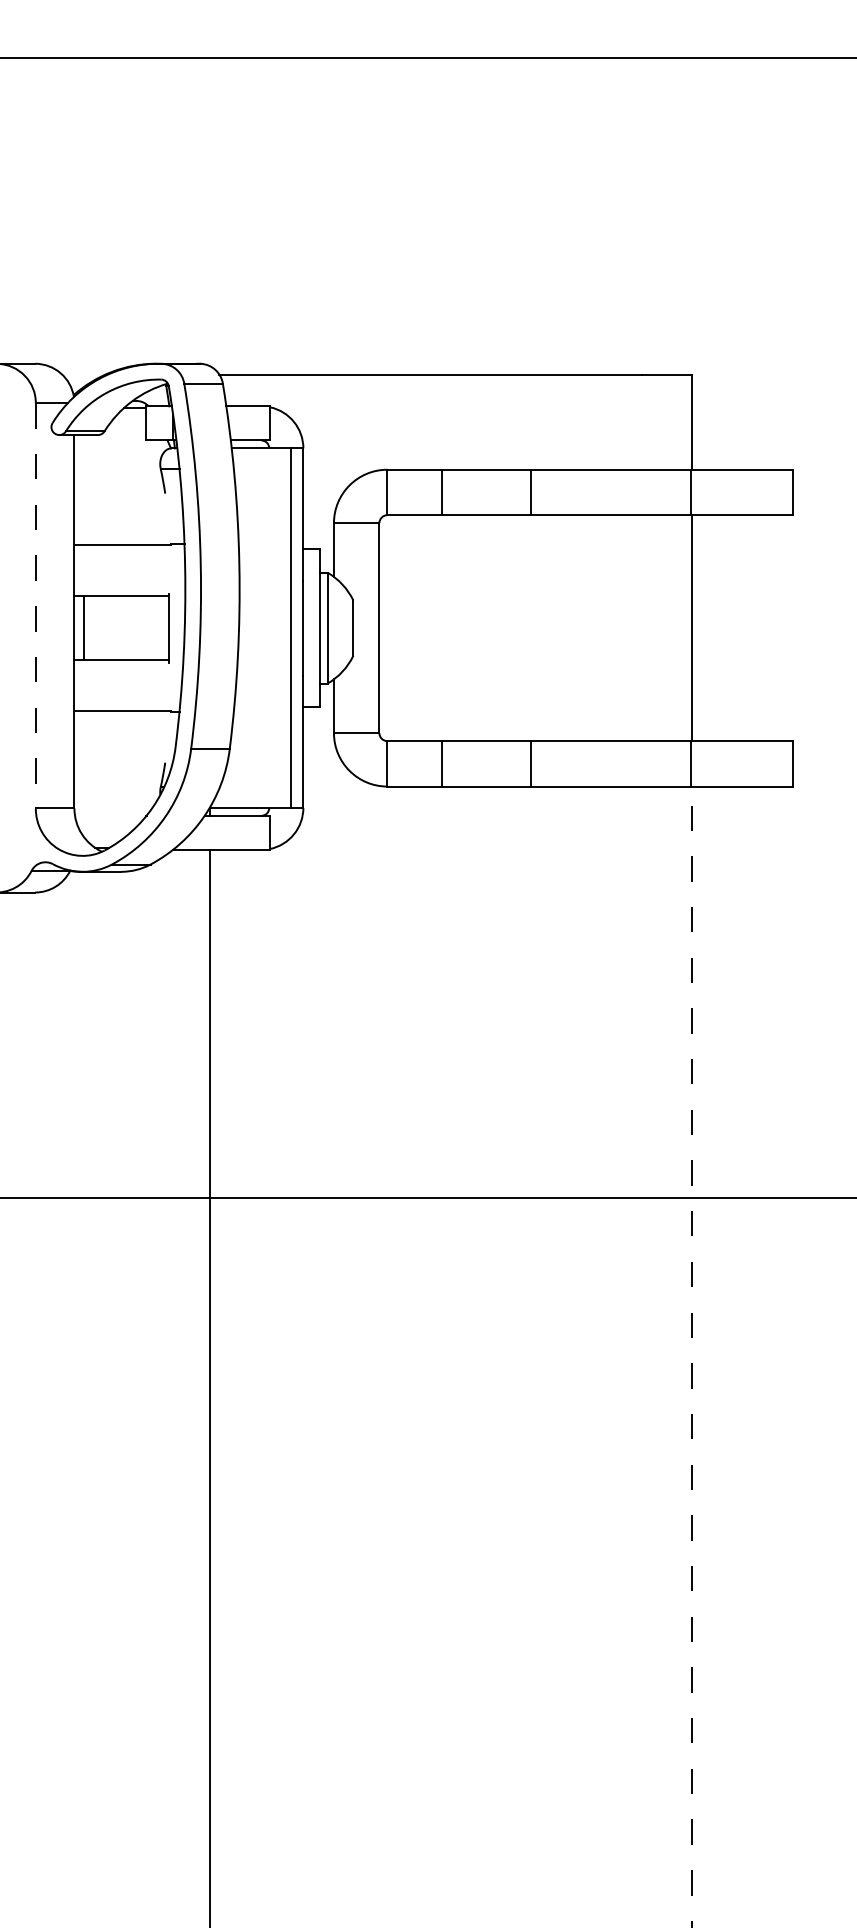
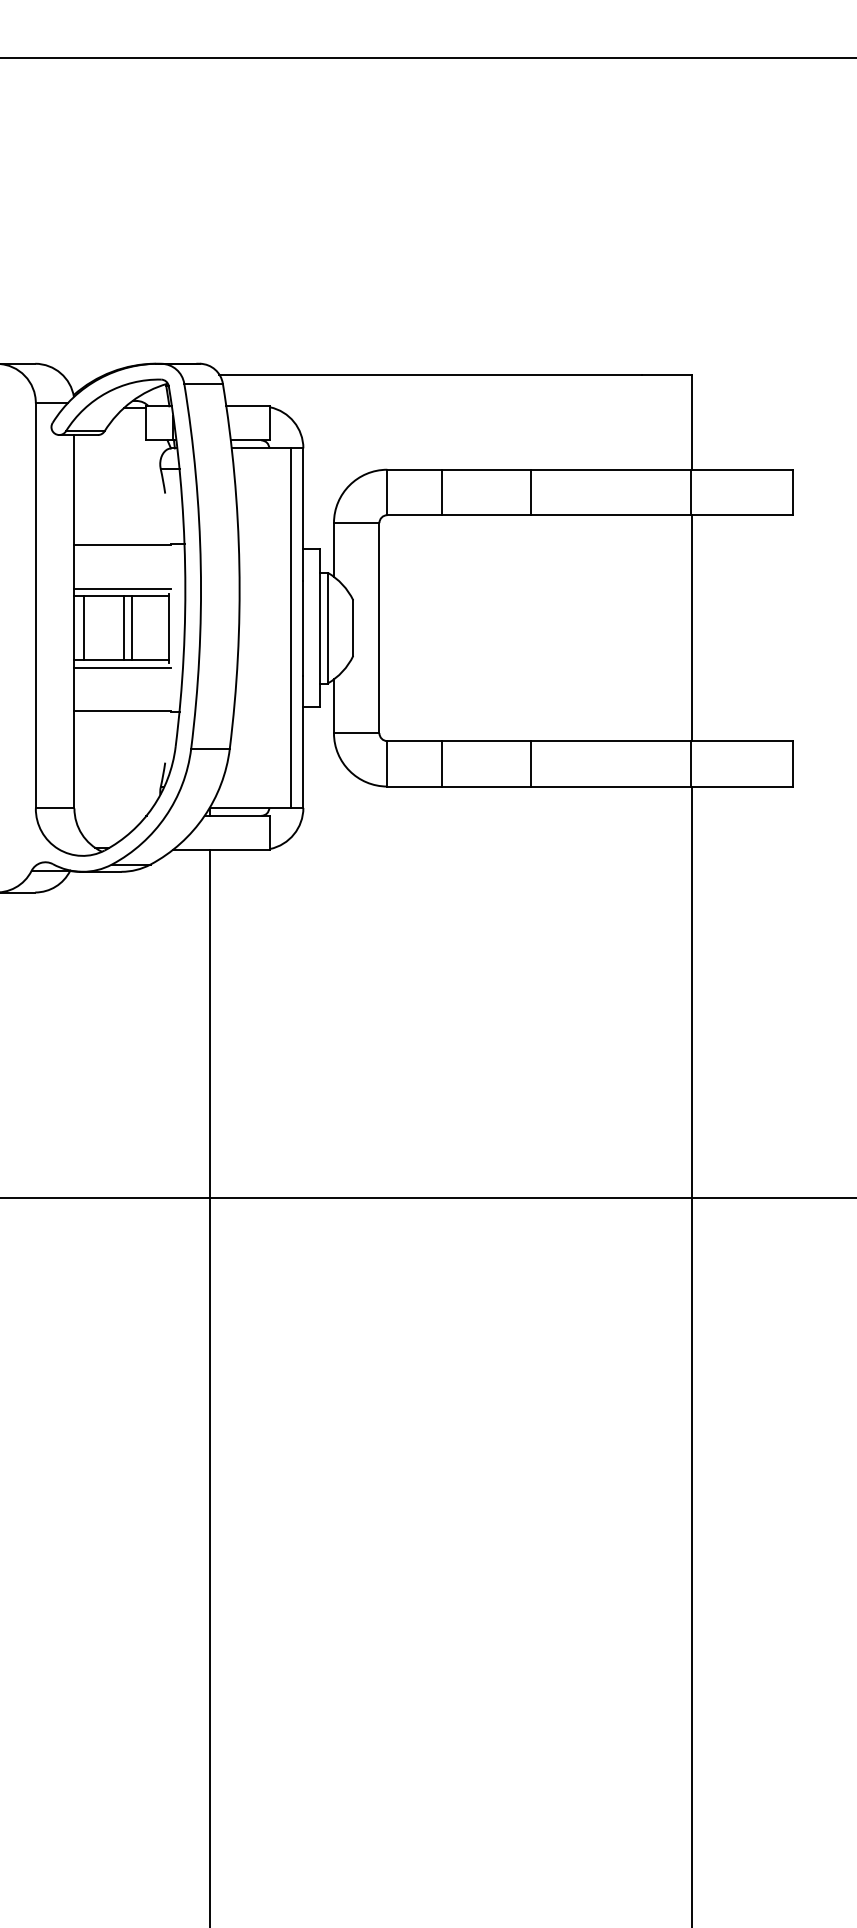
line at (122, 588): none -> present
line at (35, 605): dashed -> solid
line at (124, 627): none -> present
line at (131, 627): none -> present
line at (122, 667): none -> present
line at (692, 1356): dashed -> solid
